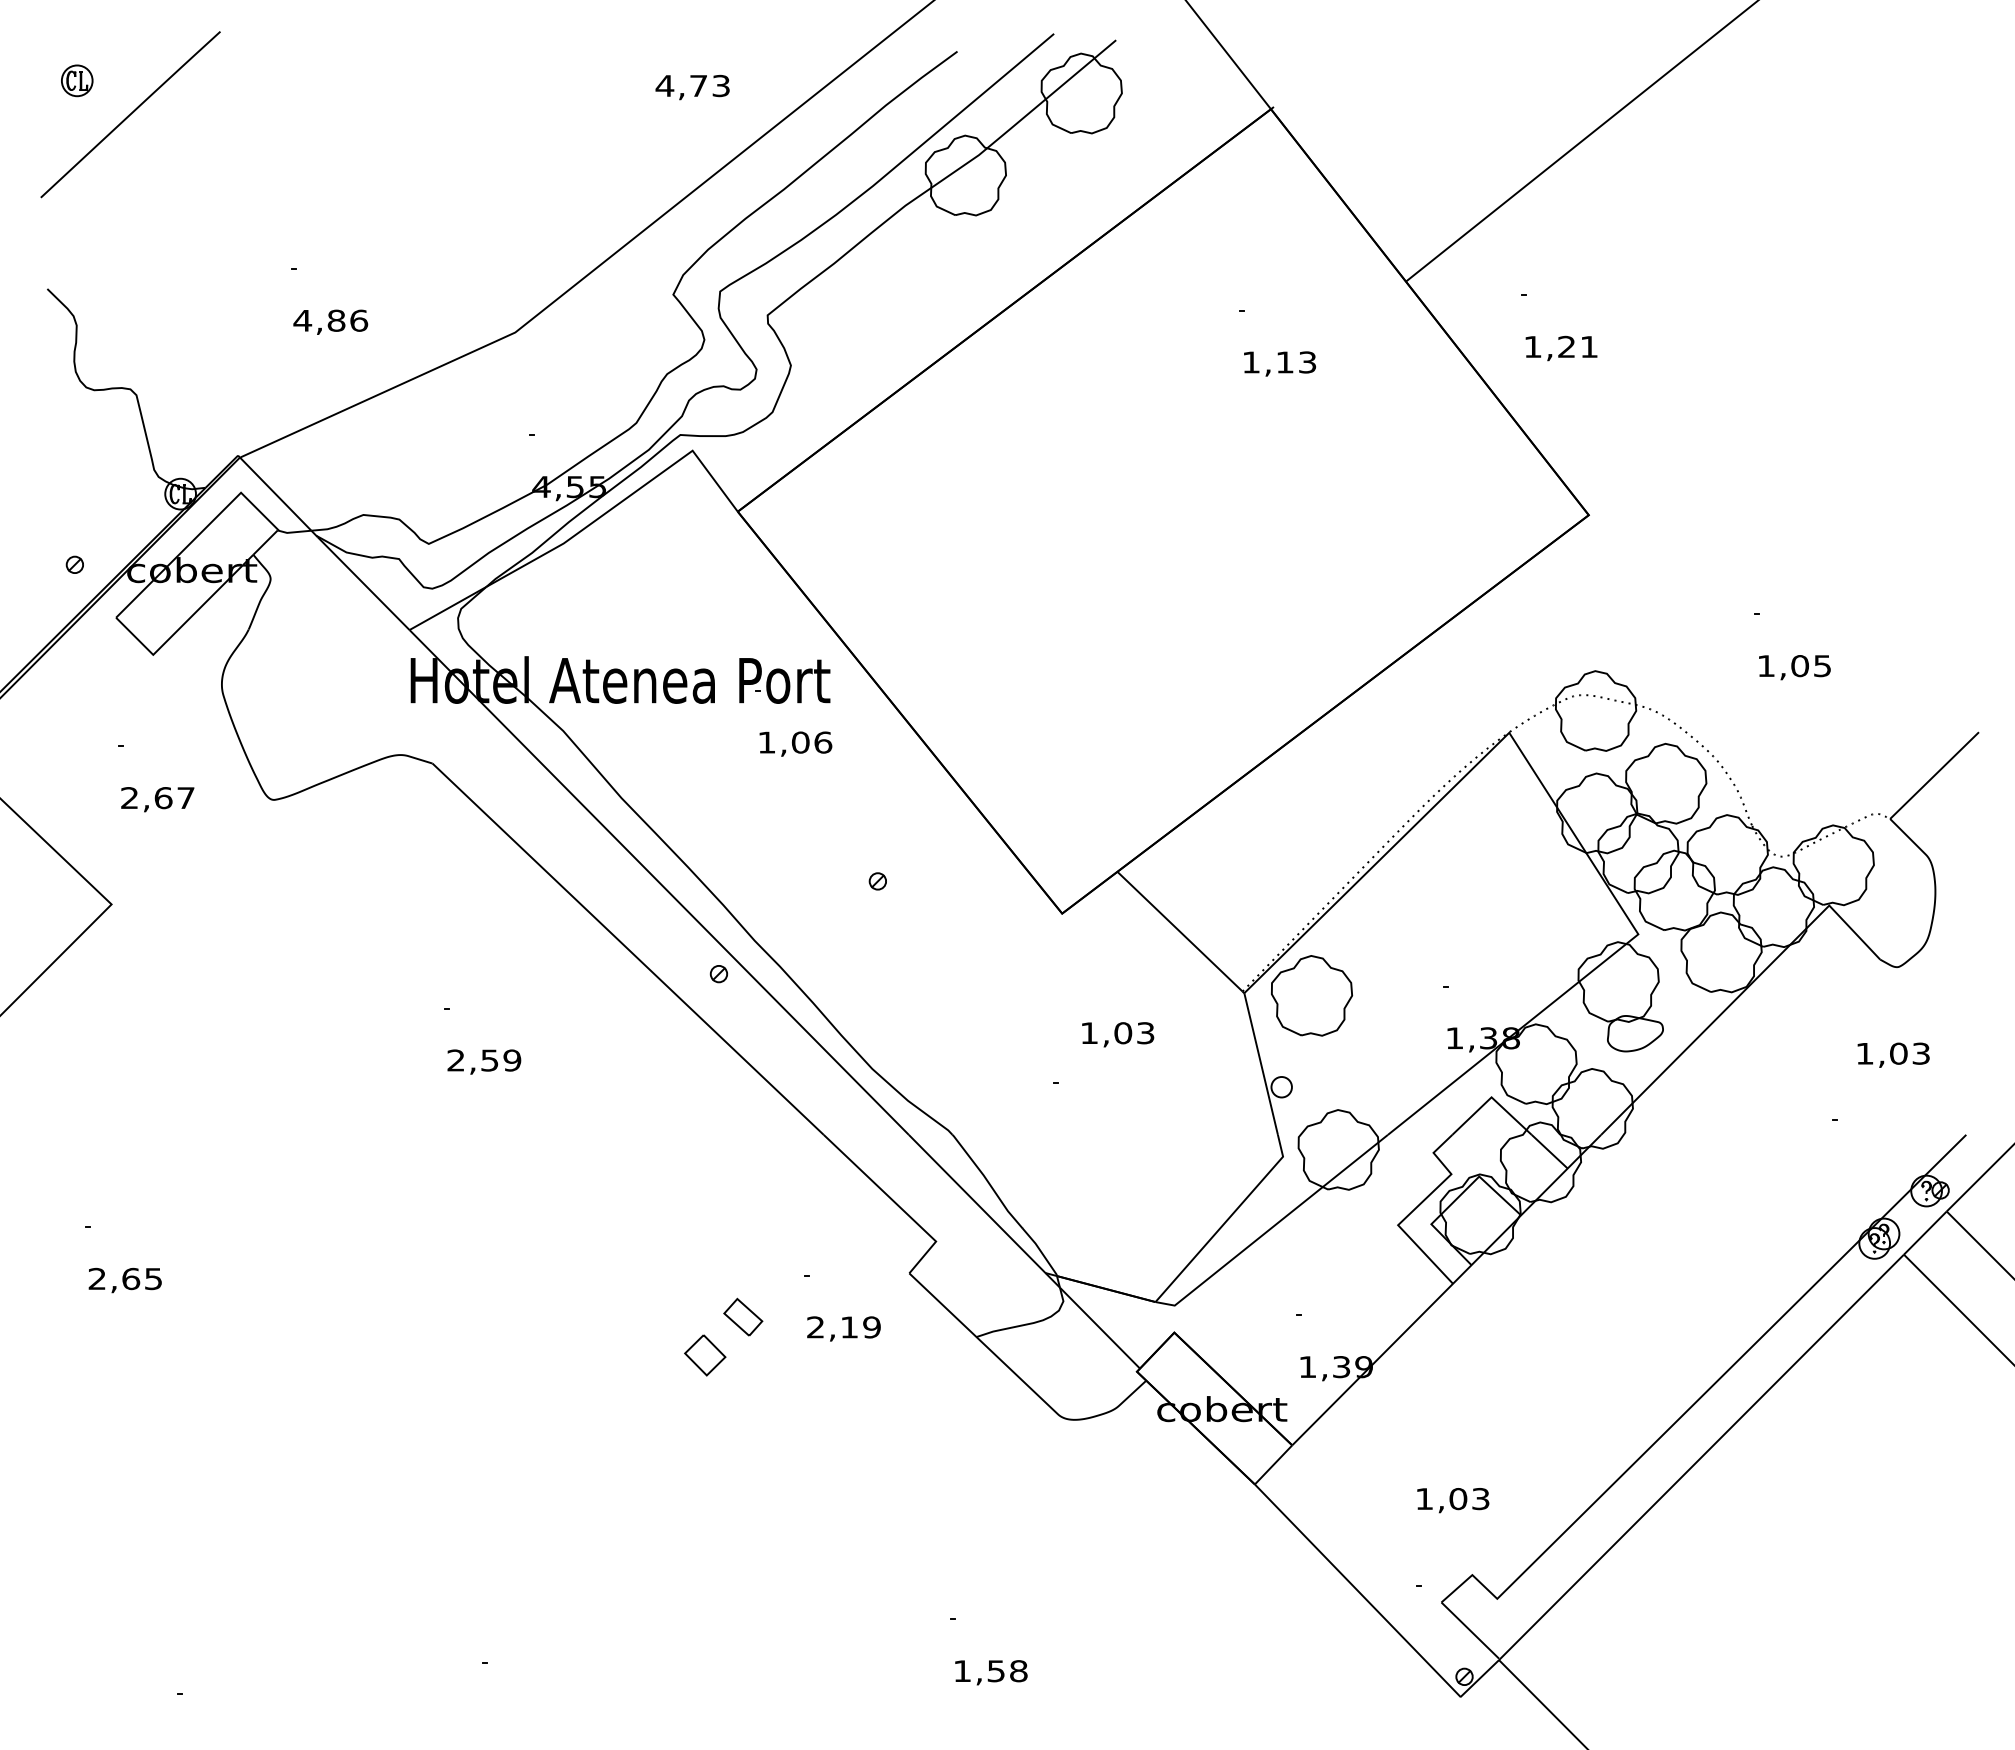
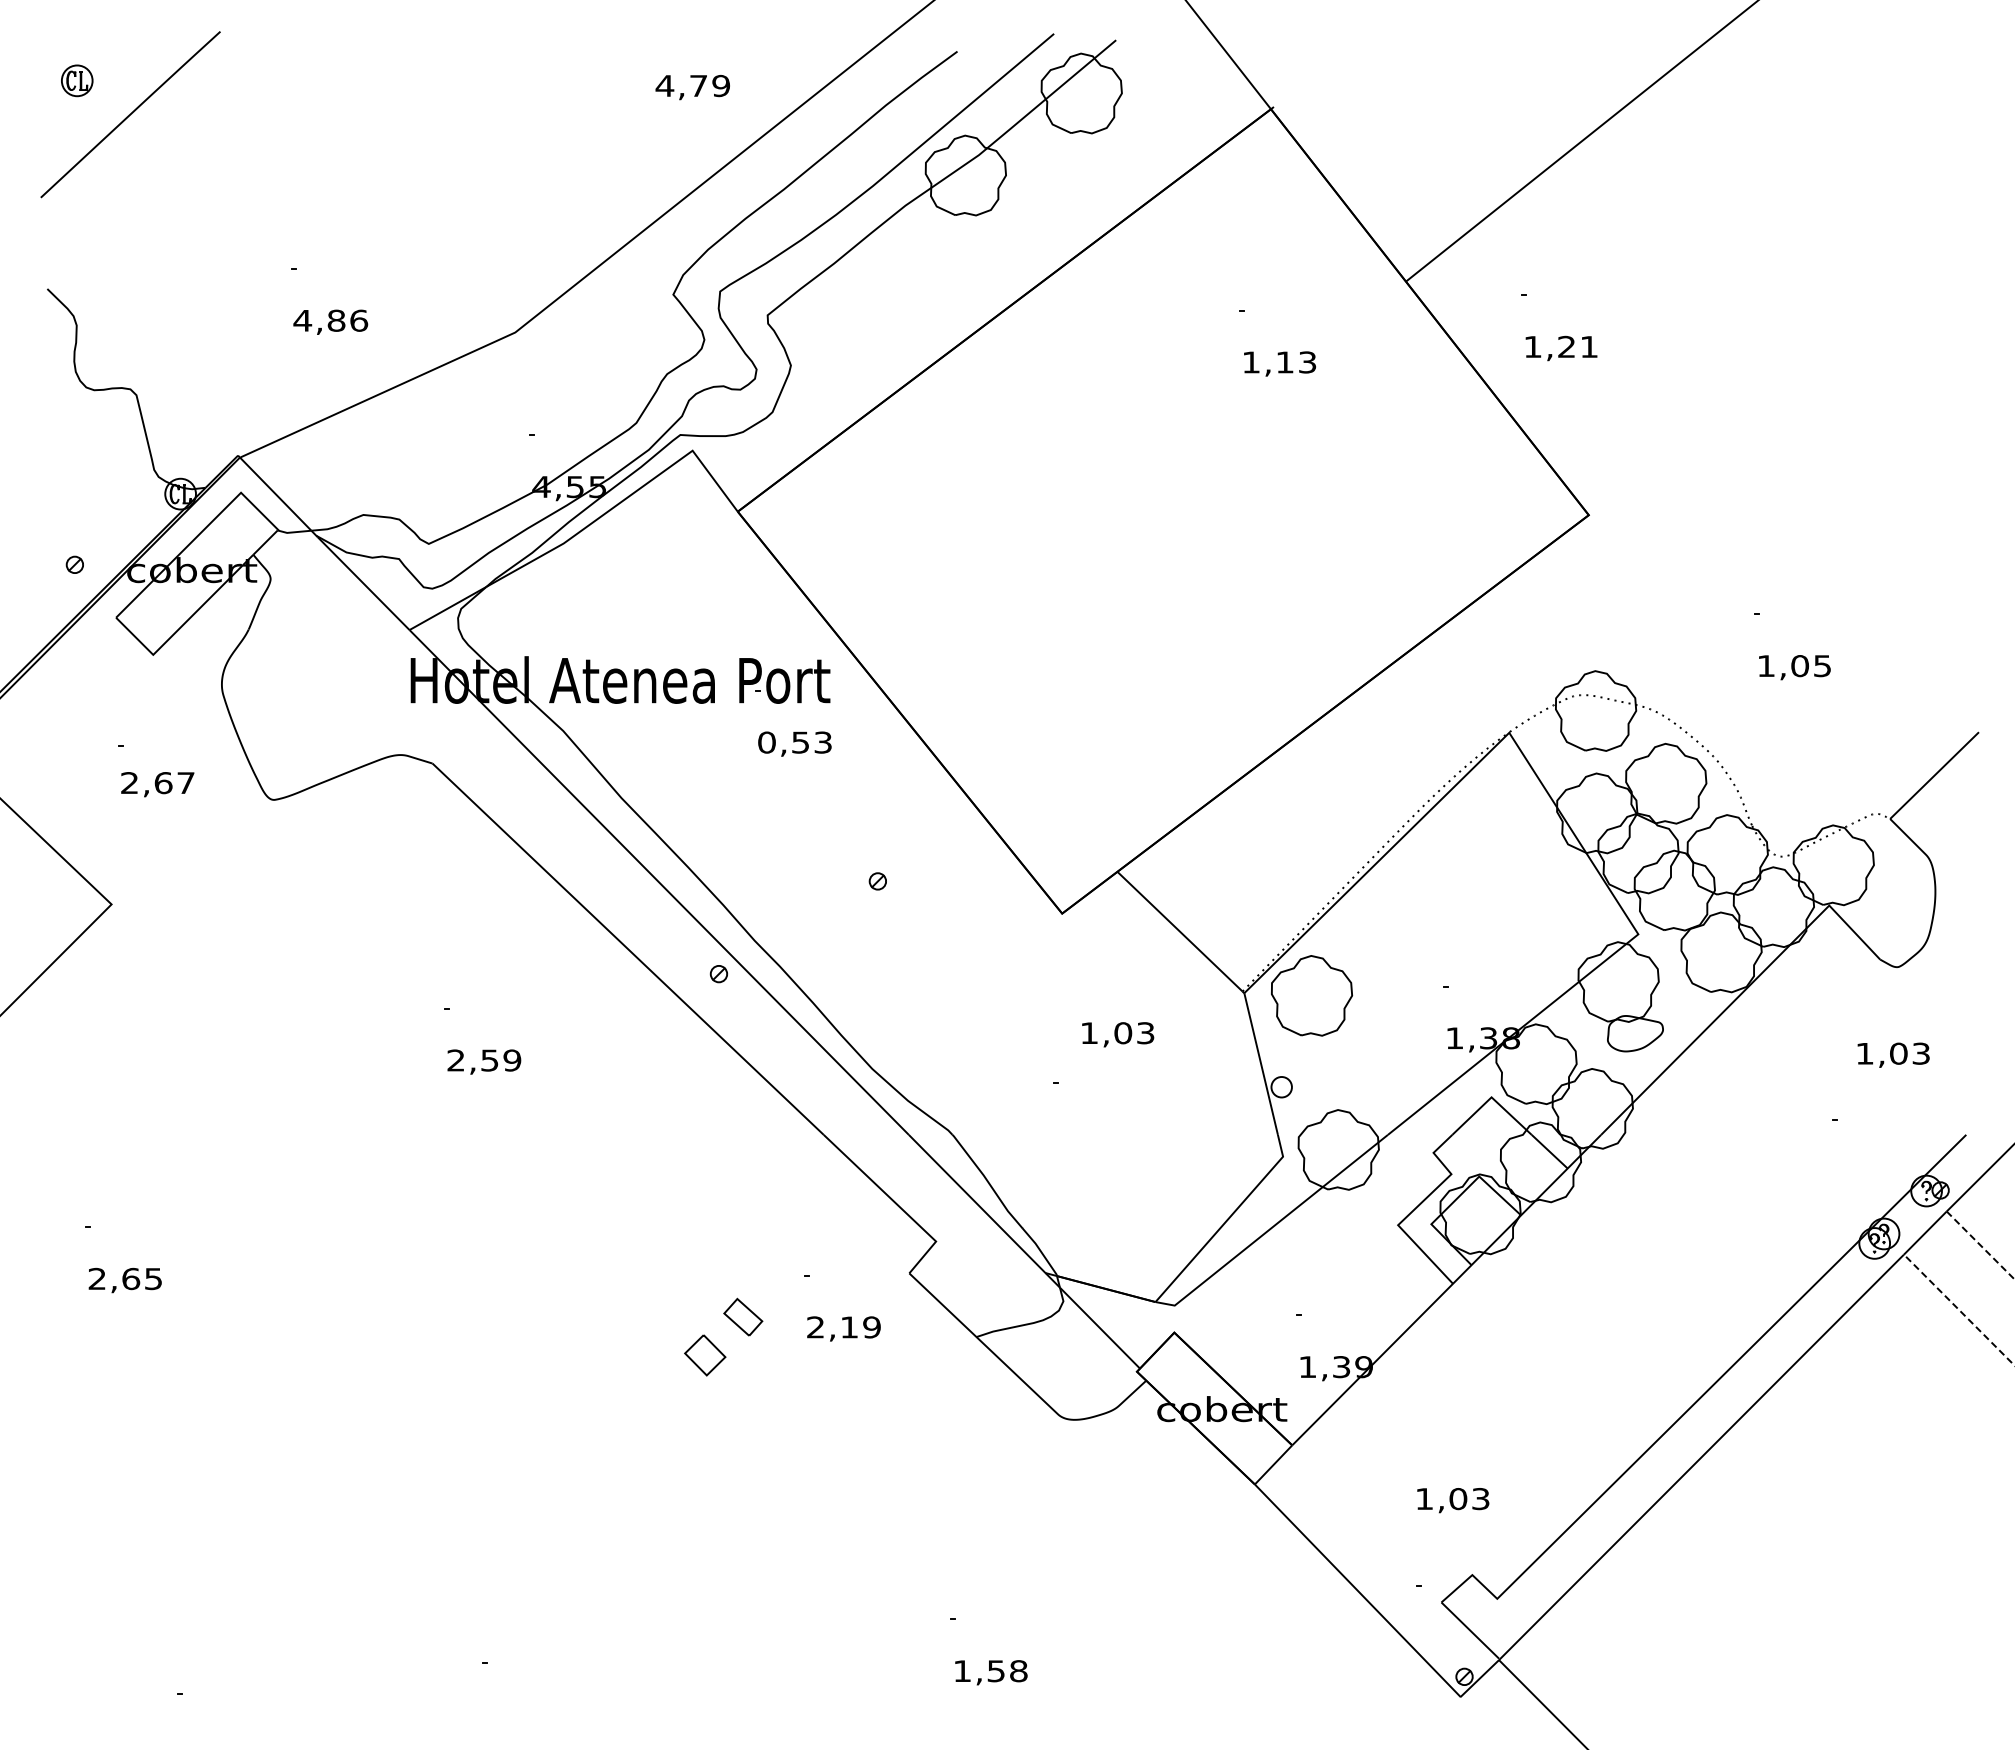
text at (720, 85): 4,73 -> 4,79
text at (795, 742): 1,06 -> 0,53
text at (157, 799) position: (157, 799) -> (157, 784)
line at (1993, 1344): solid -> dashed
